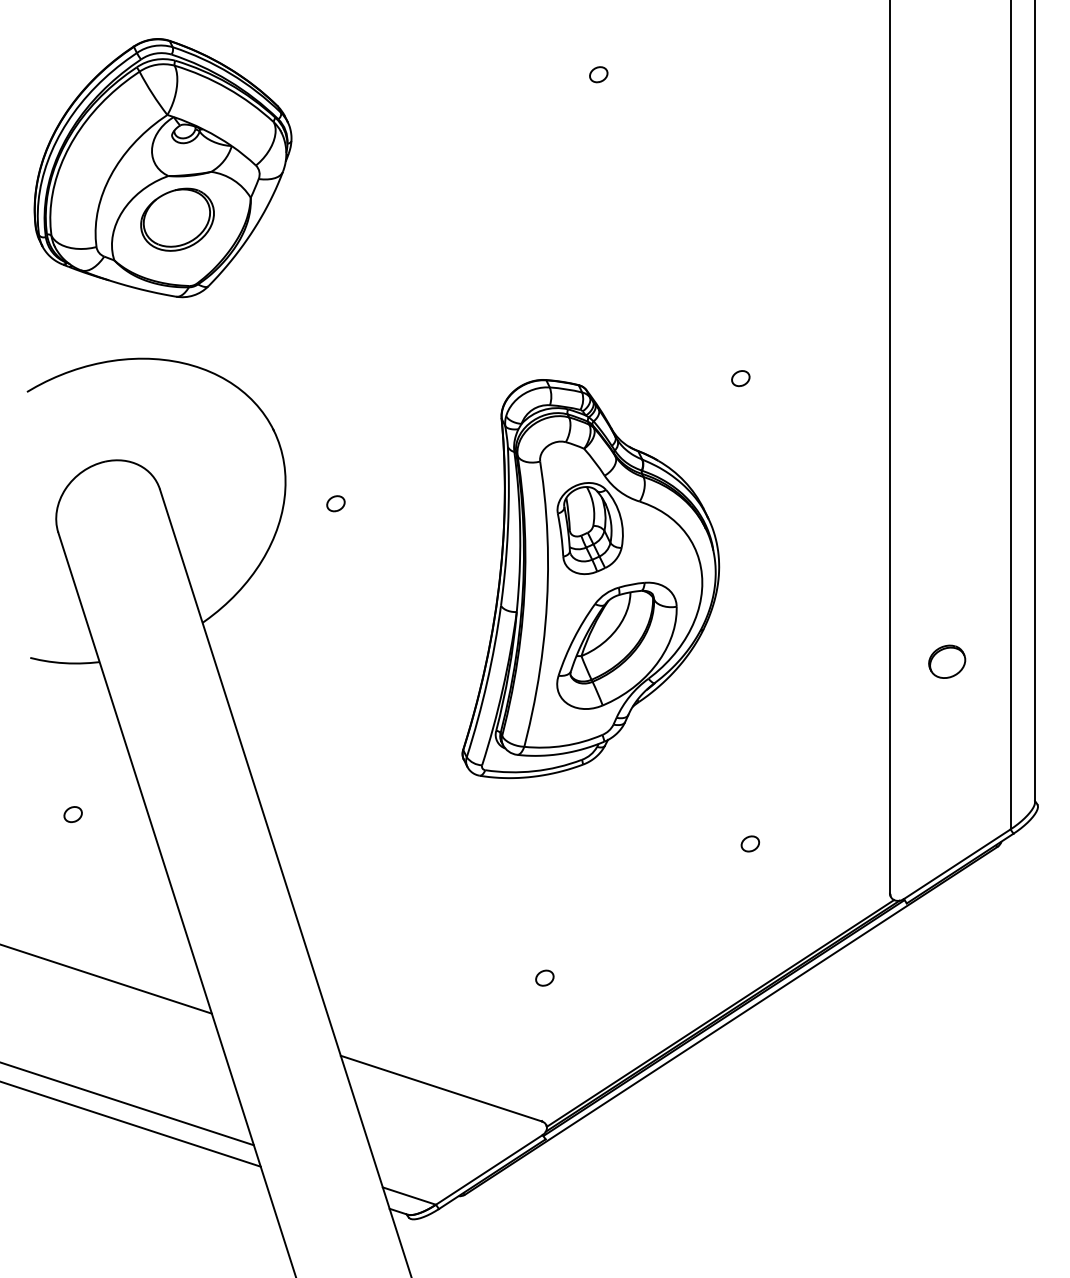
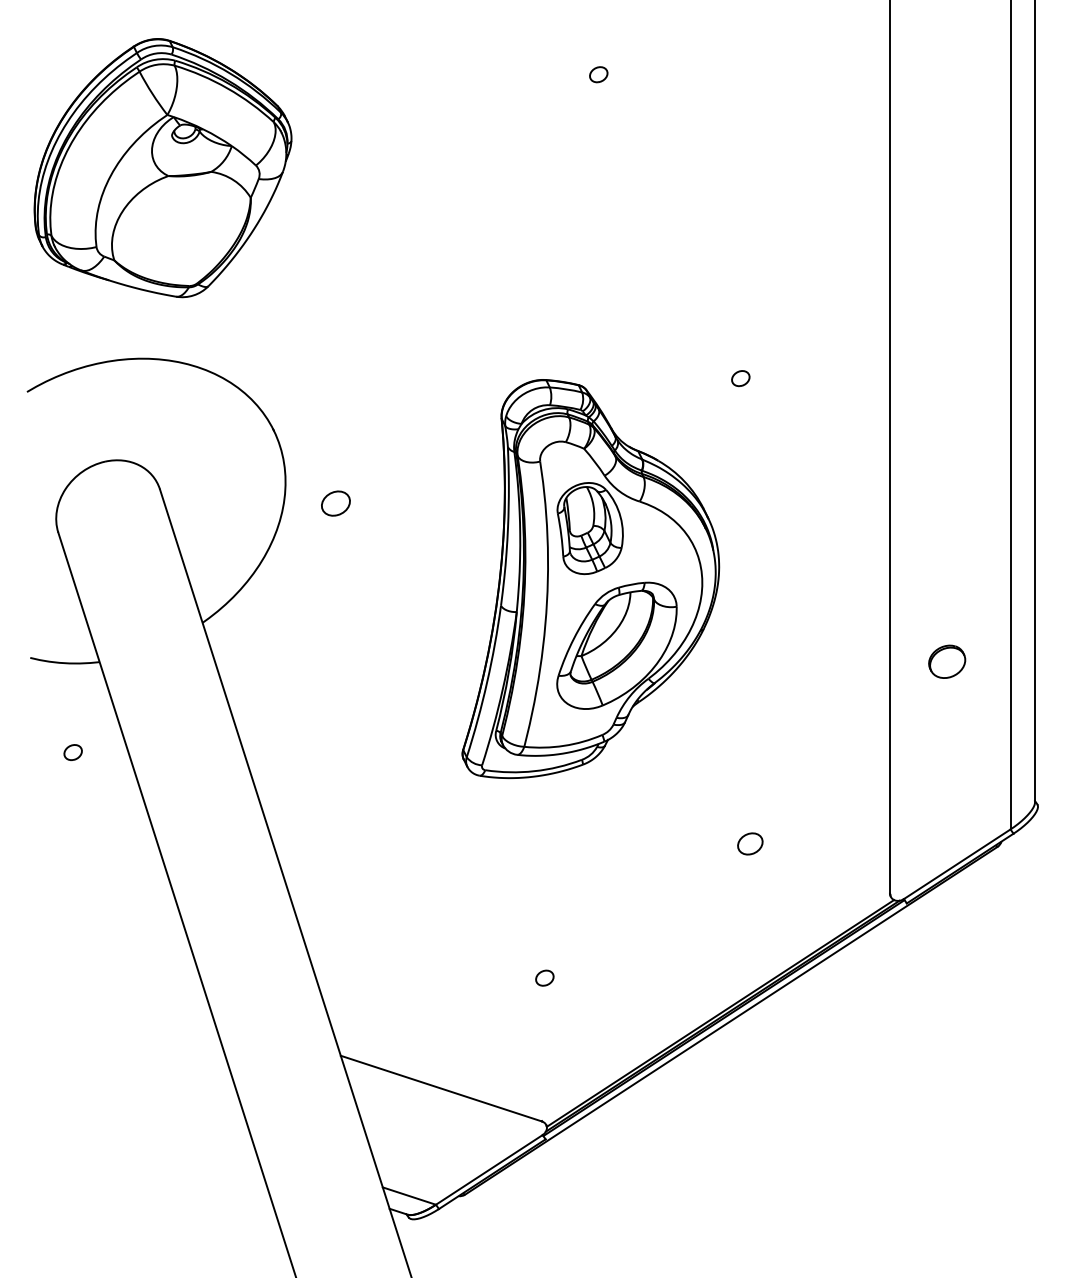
part at (177, 219): present -> none
part at (335, 503) size: 20x18 px -> 30x27 px
part at (72, 814) position: (72, 814) -> (72, 752)
part at (750, 843) size: 21x18 px -> 27x24 px
line at (106, 979): present -> none
line at (127, 1104): present -> none
line at (131, 1124): present -> none
